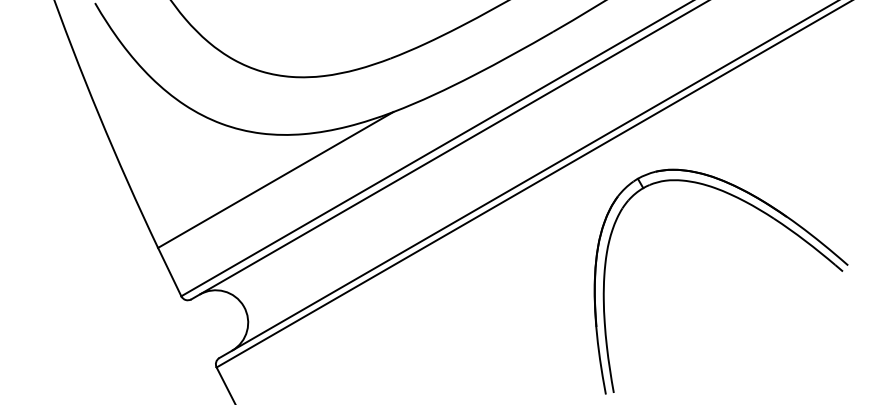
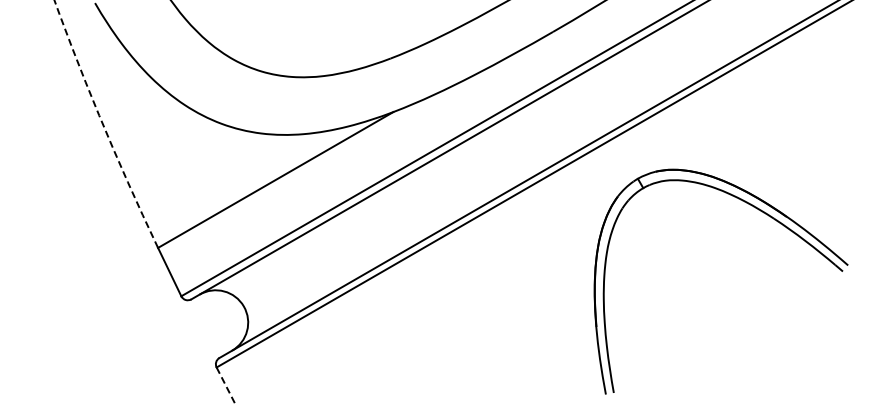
arc at (103, 125): solid -> dashed
line at (226, 385): solid -> dashed
